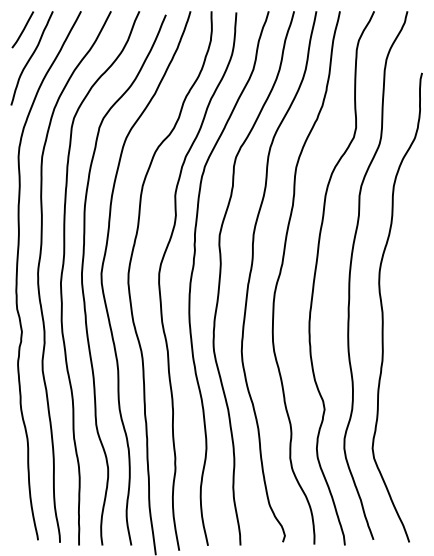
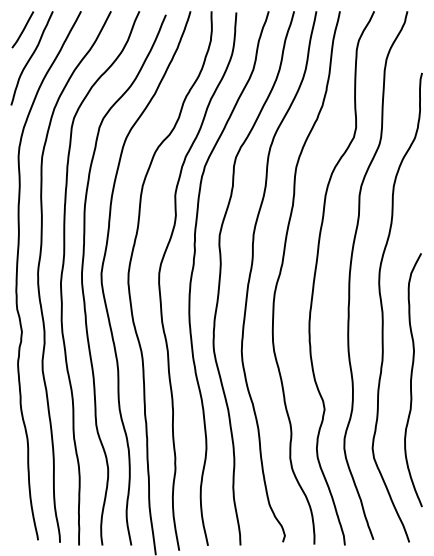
curve at (411, 380): none -> present
